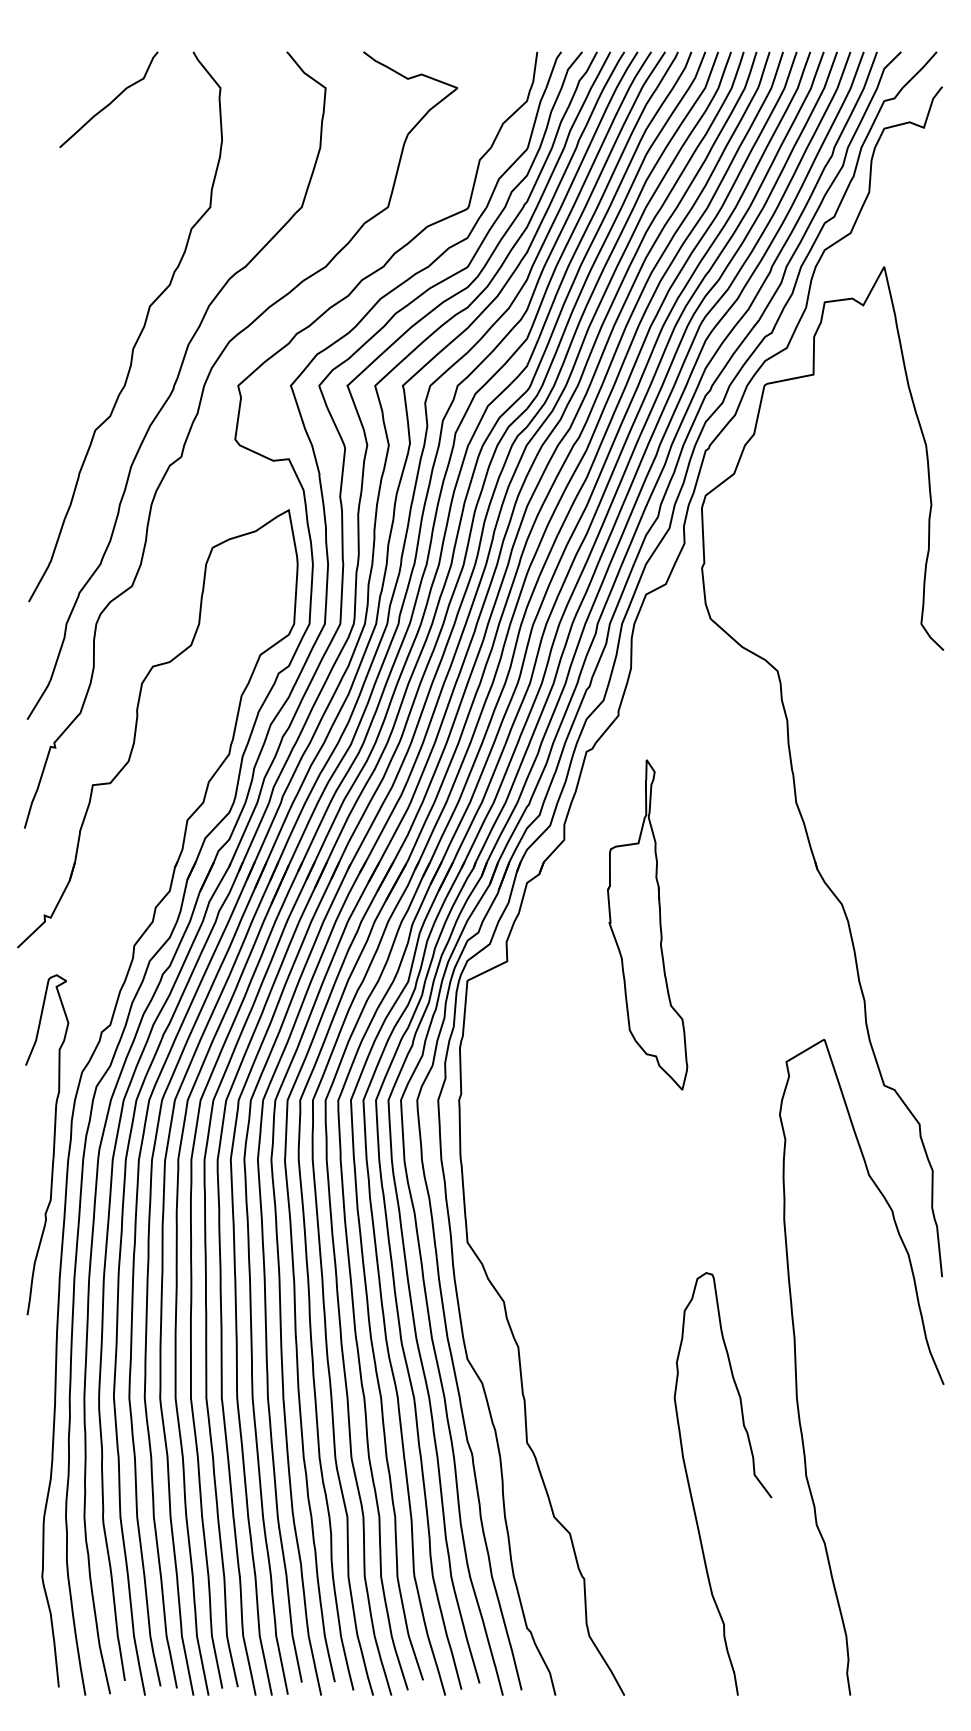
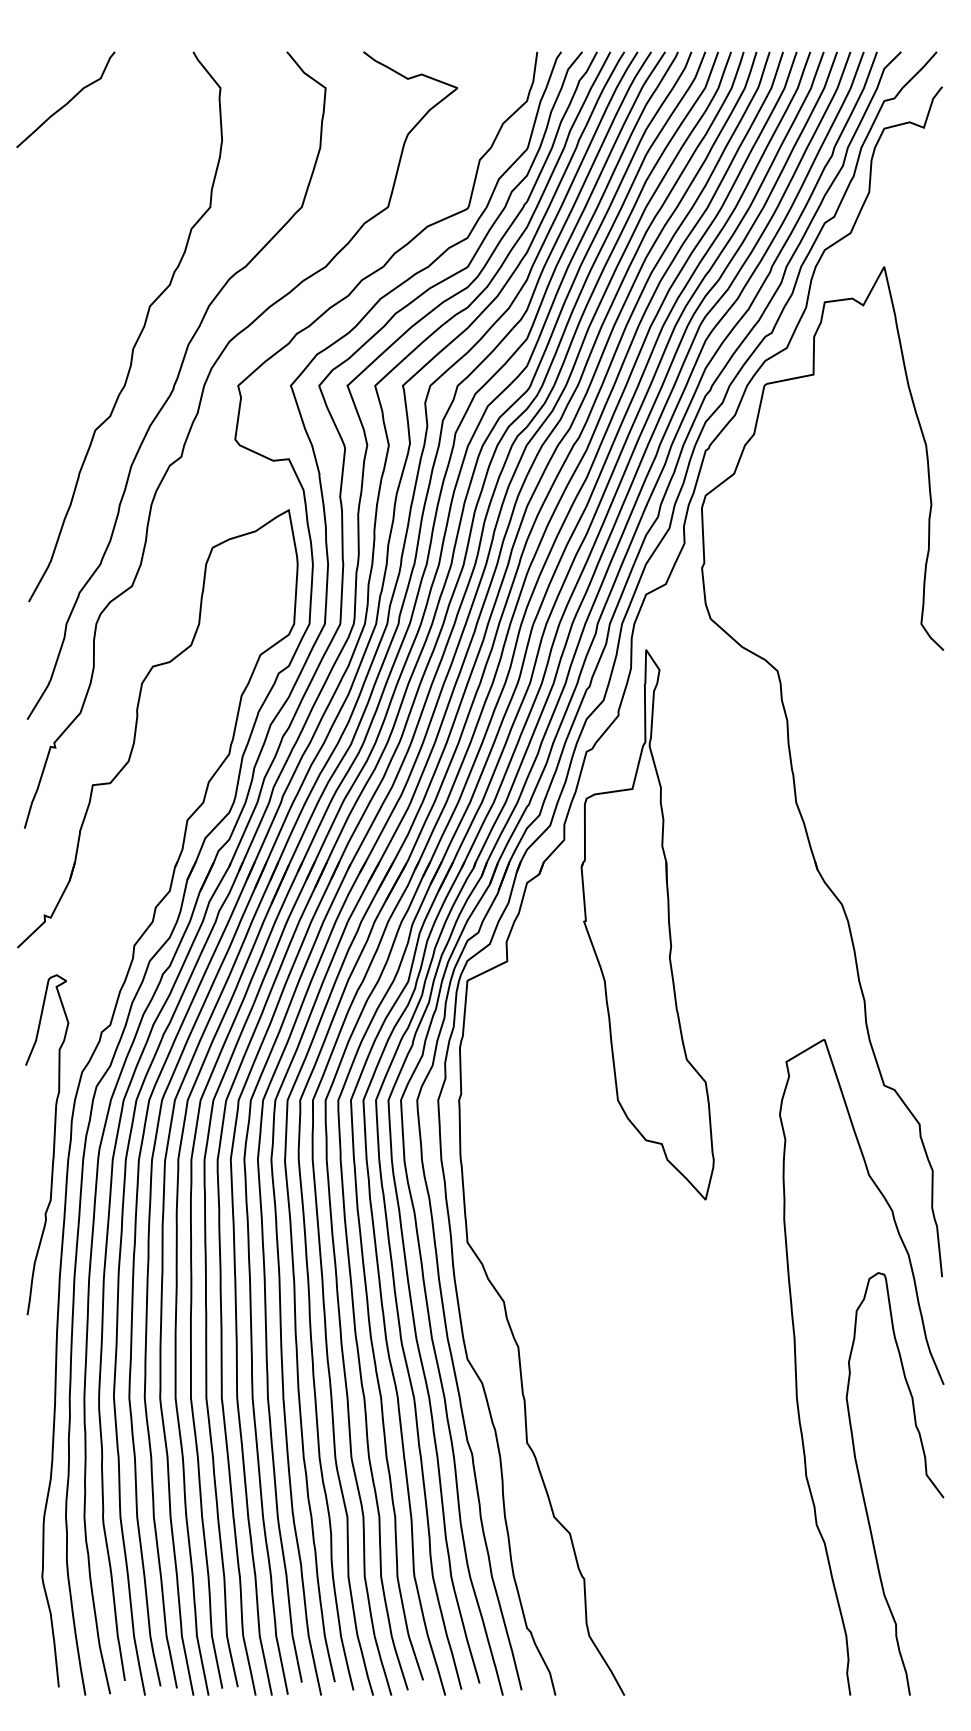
curve at (109, 102) position: (109, 102) -> (66, 102)
part at (647, 924) size: 82x332 px -> 135x552 px
curve at (753, 1475) position: (753, 1475) -> (925, 1475)
